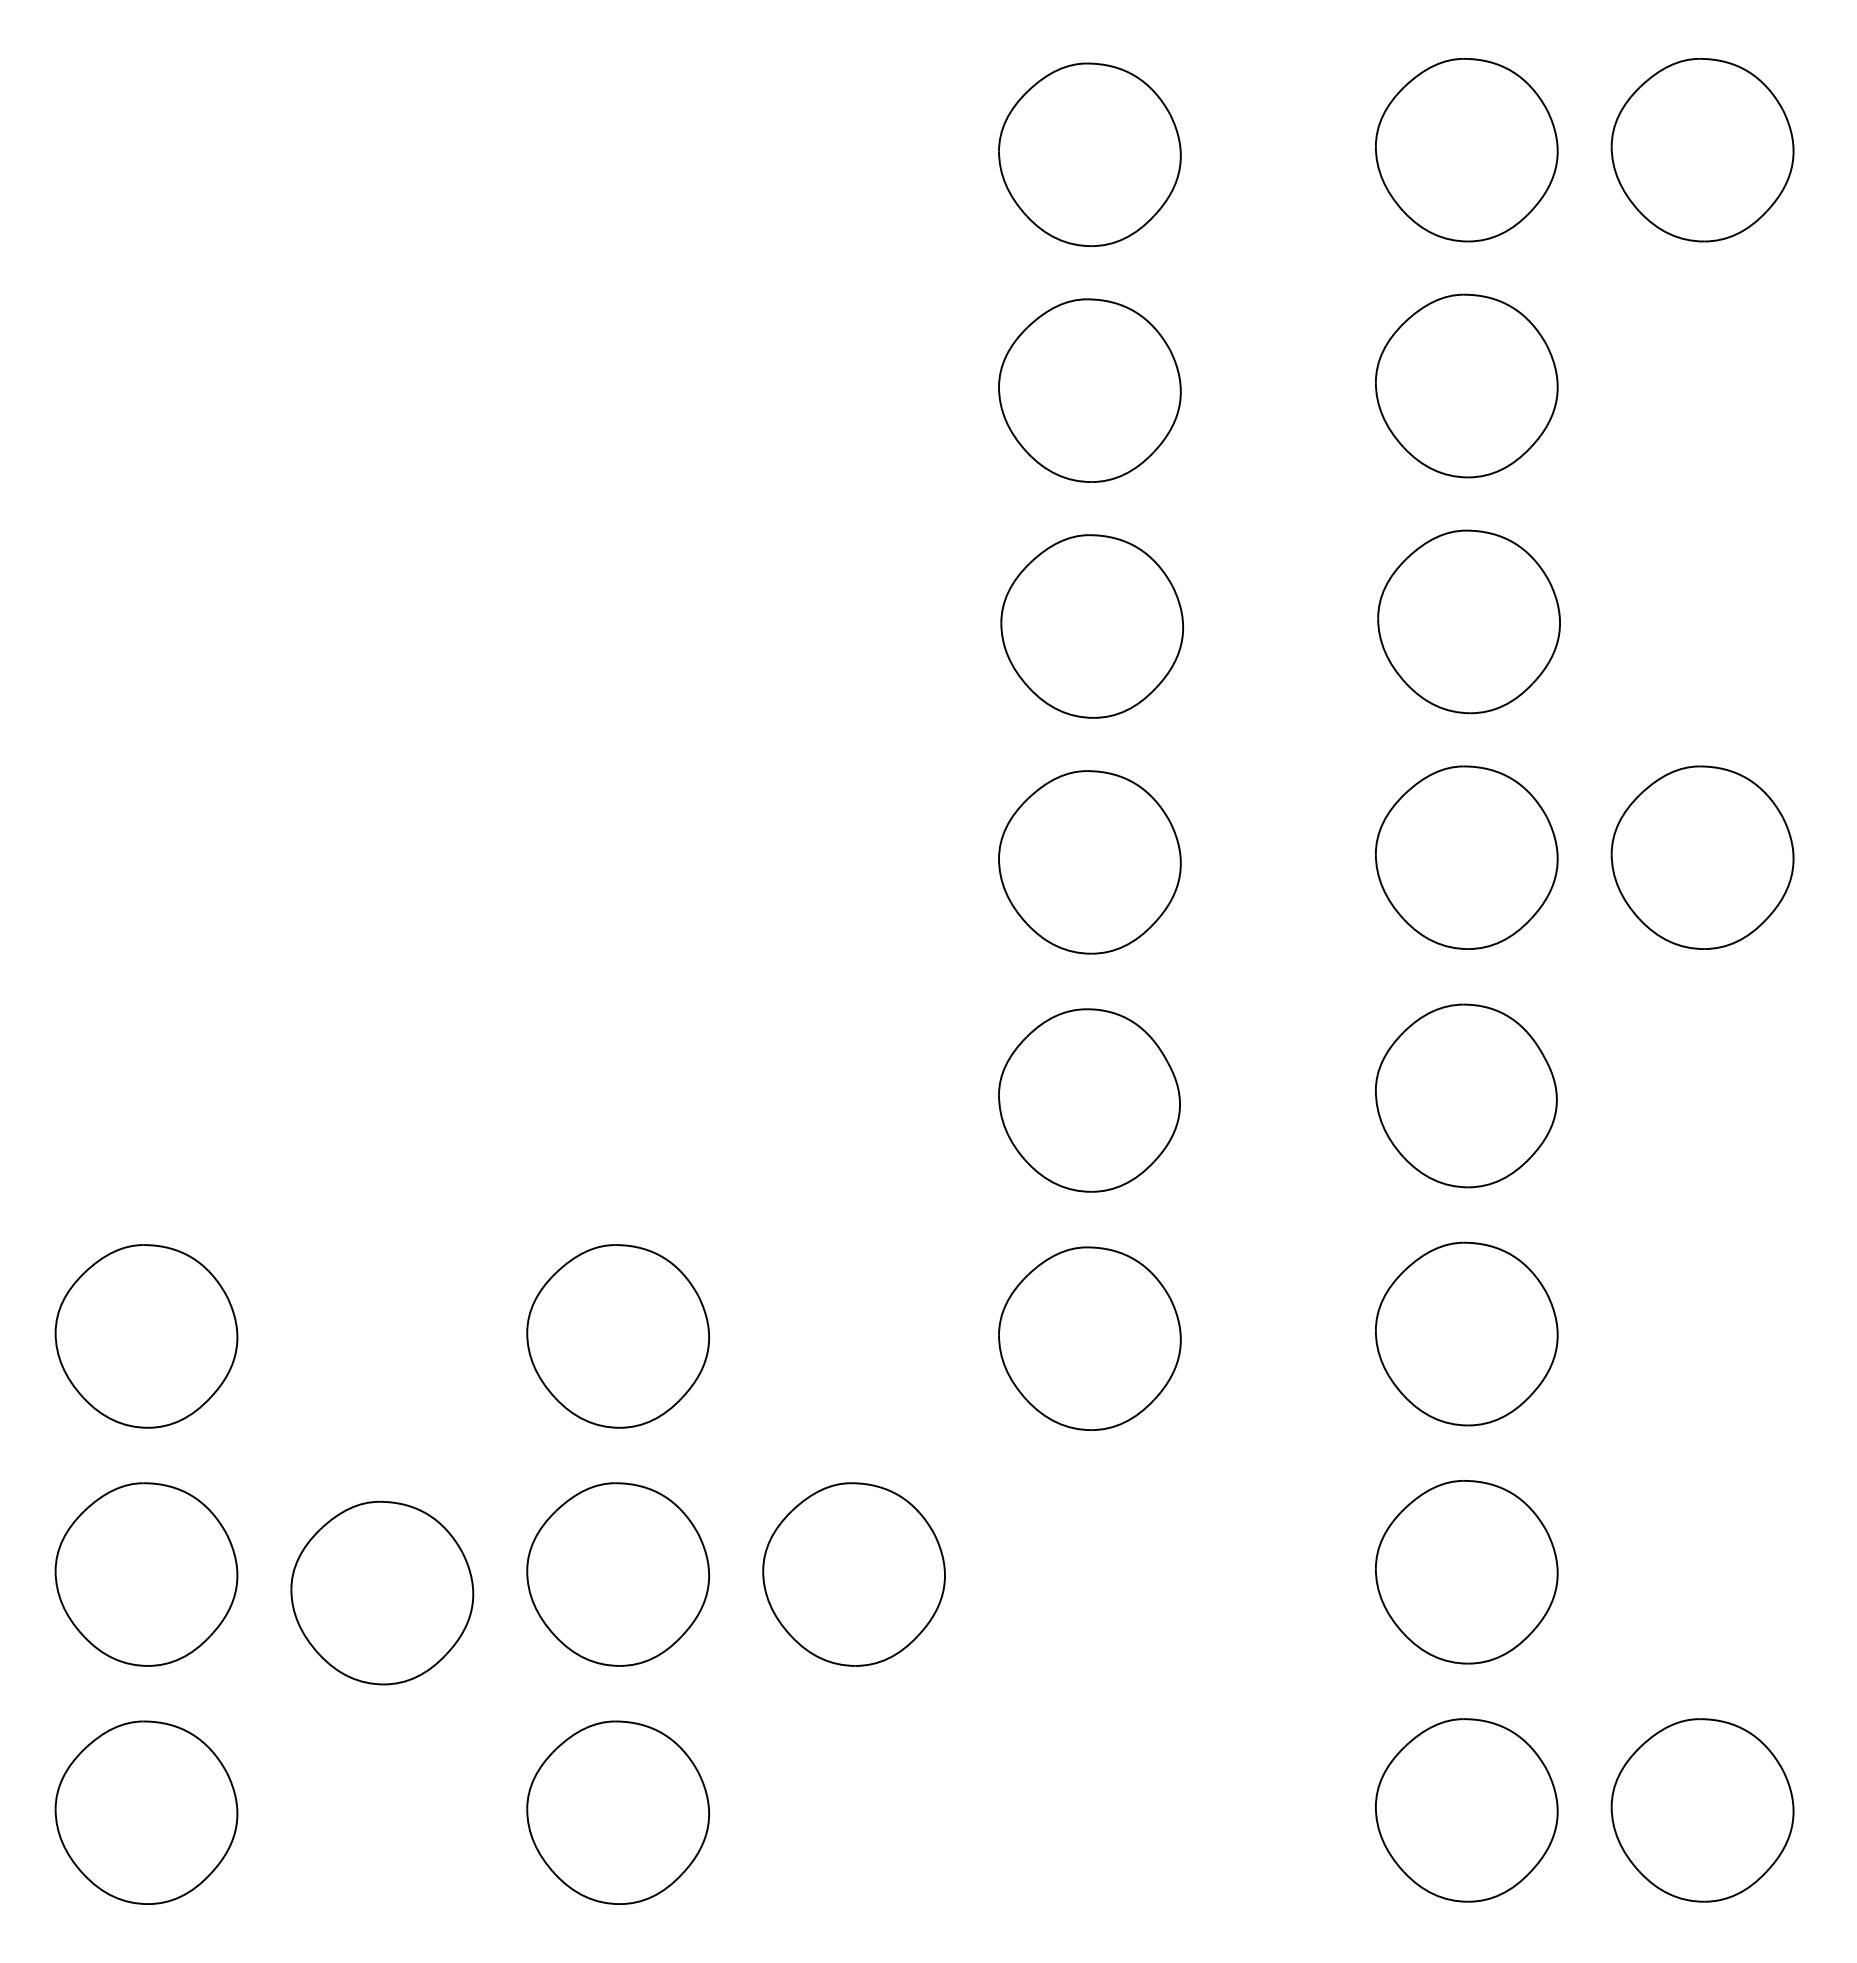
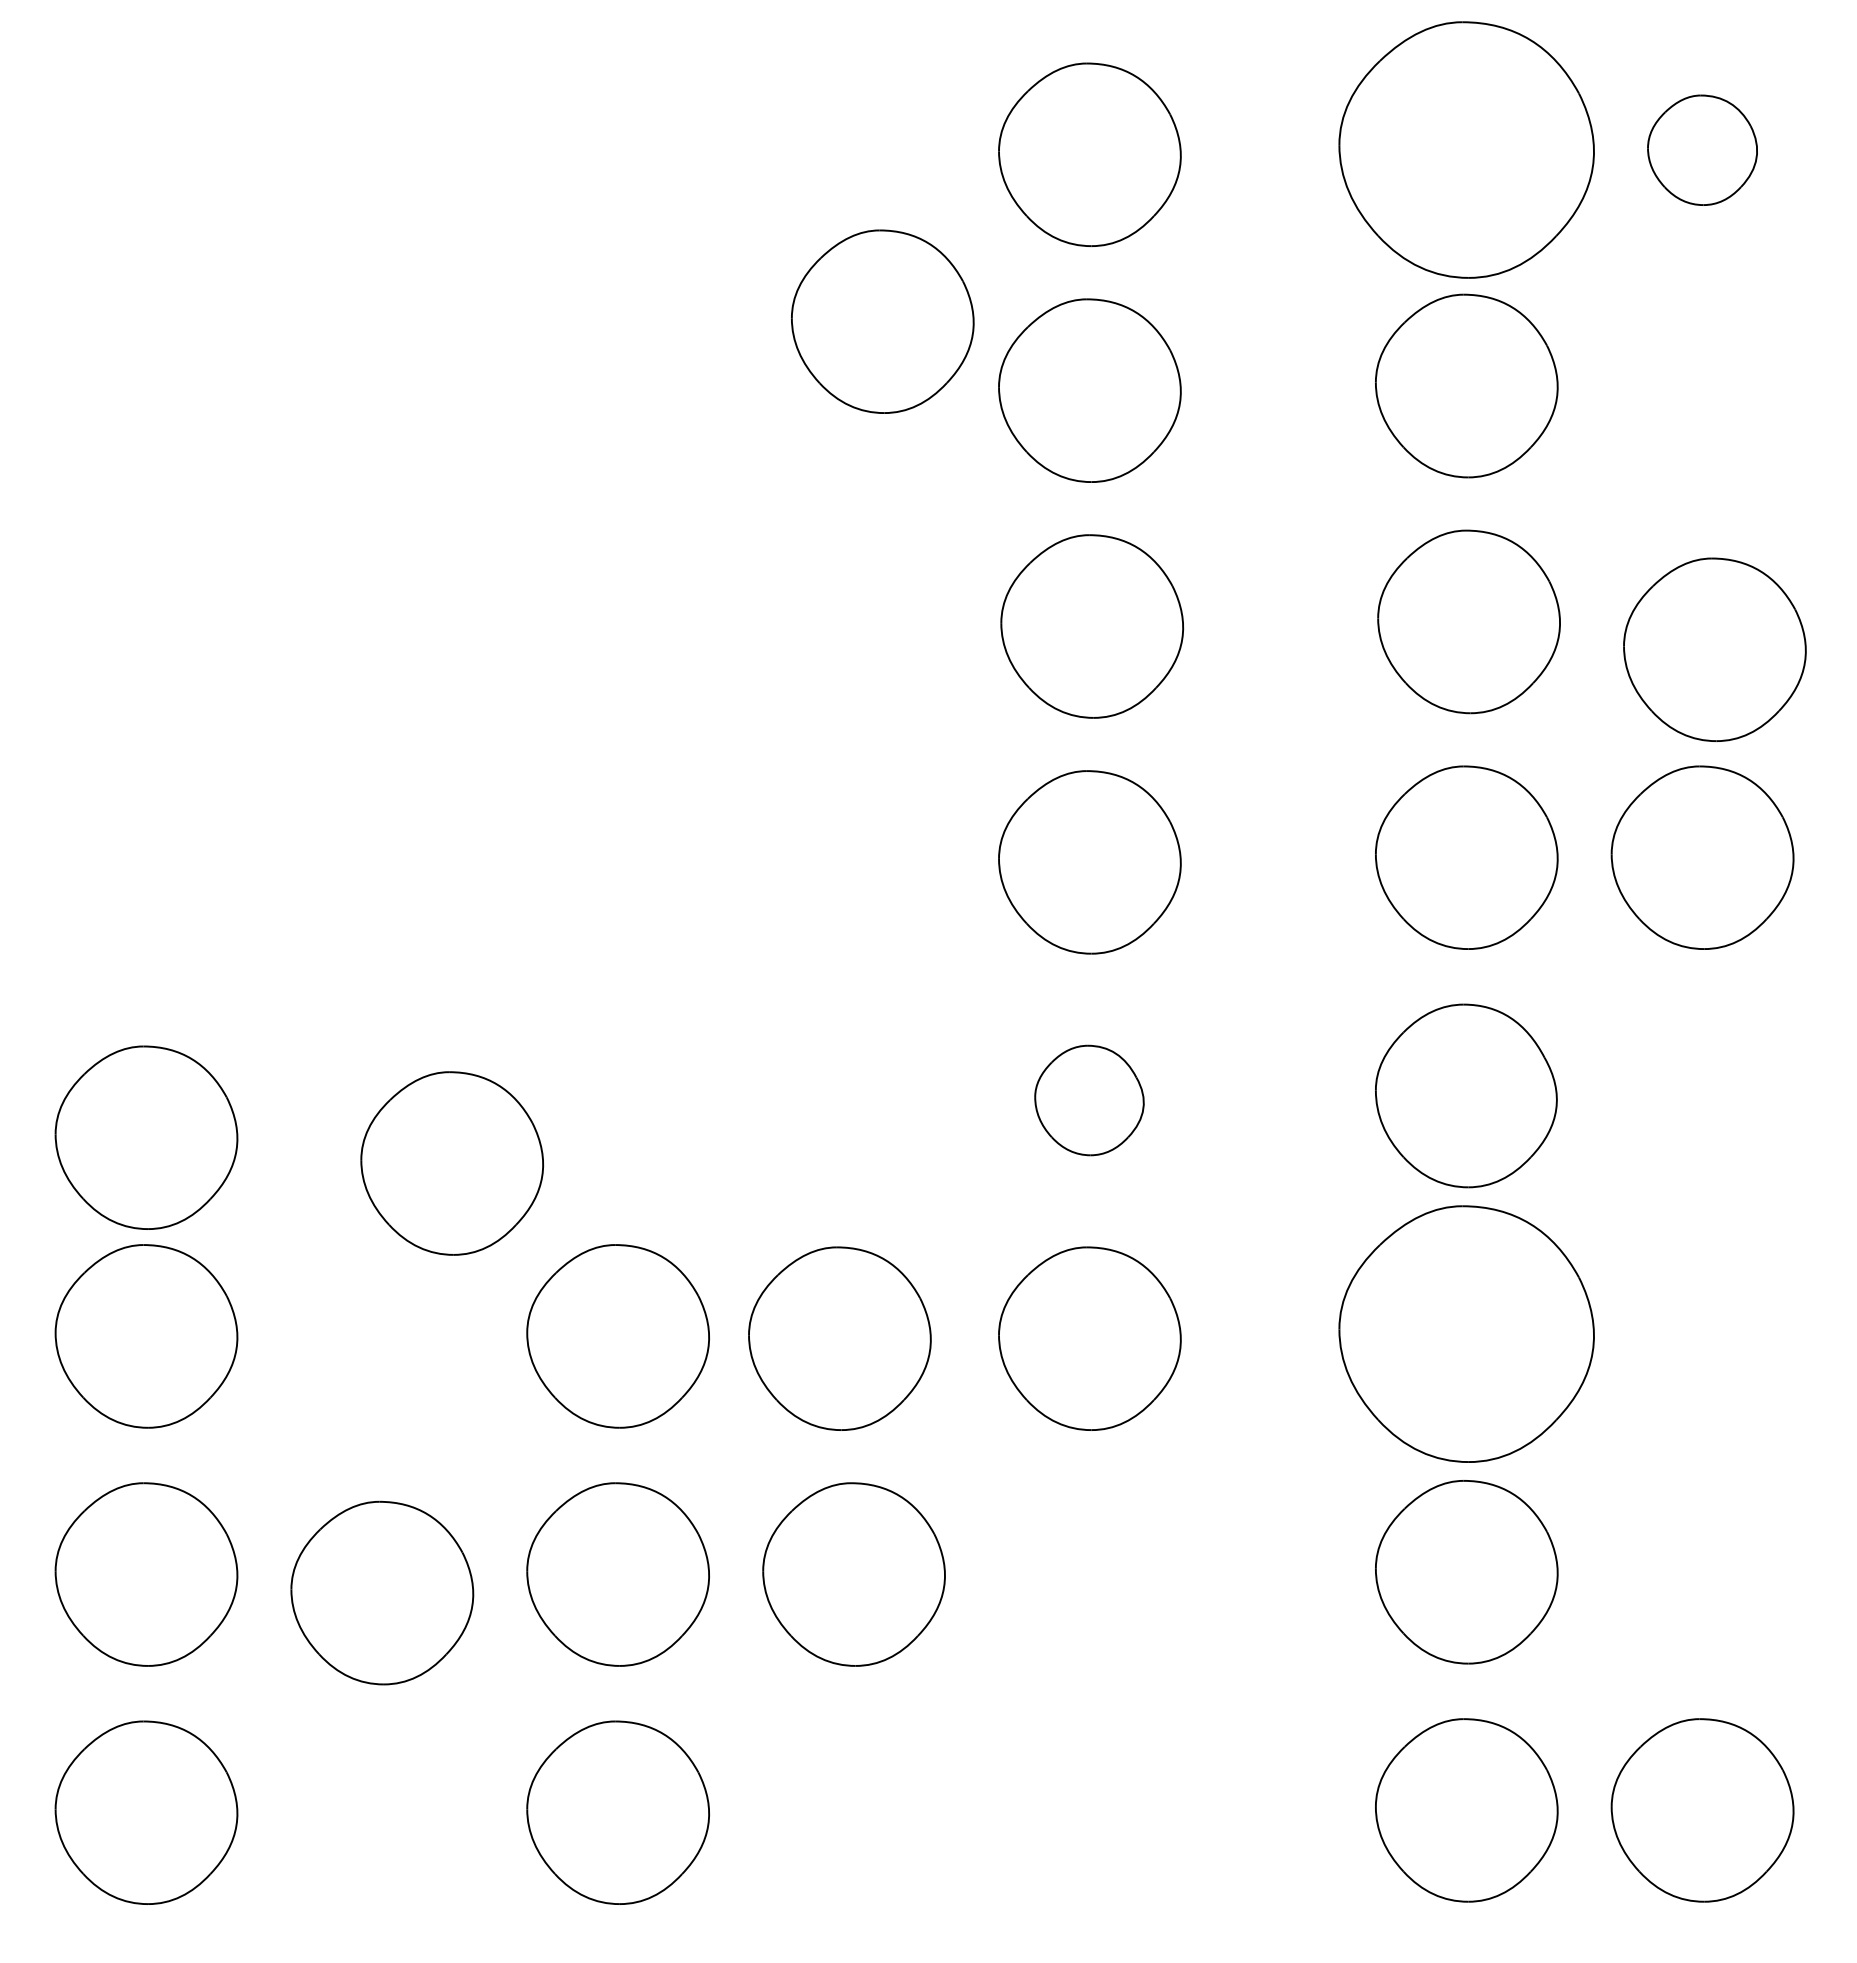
part at (1466, 150) size: 184x185 px -> 257x258 px
part at (1702, 150) size: 185x185 px -> 111x112 px
part at (882, 321): none -> present
part at (1714, 649): none -> present
part at (1089, 1100) size: 183x185 px -> 111x113 px
part at (146, 1137): none -> present
part at (452, 1163): none -> present
part at (1466, 1333) size: 184x186 px -> 257x258 px
part at (839, 1338): none -> present
